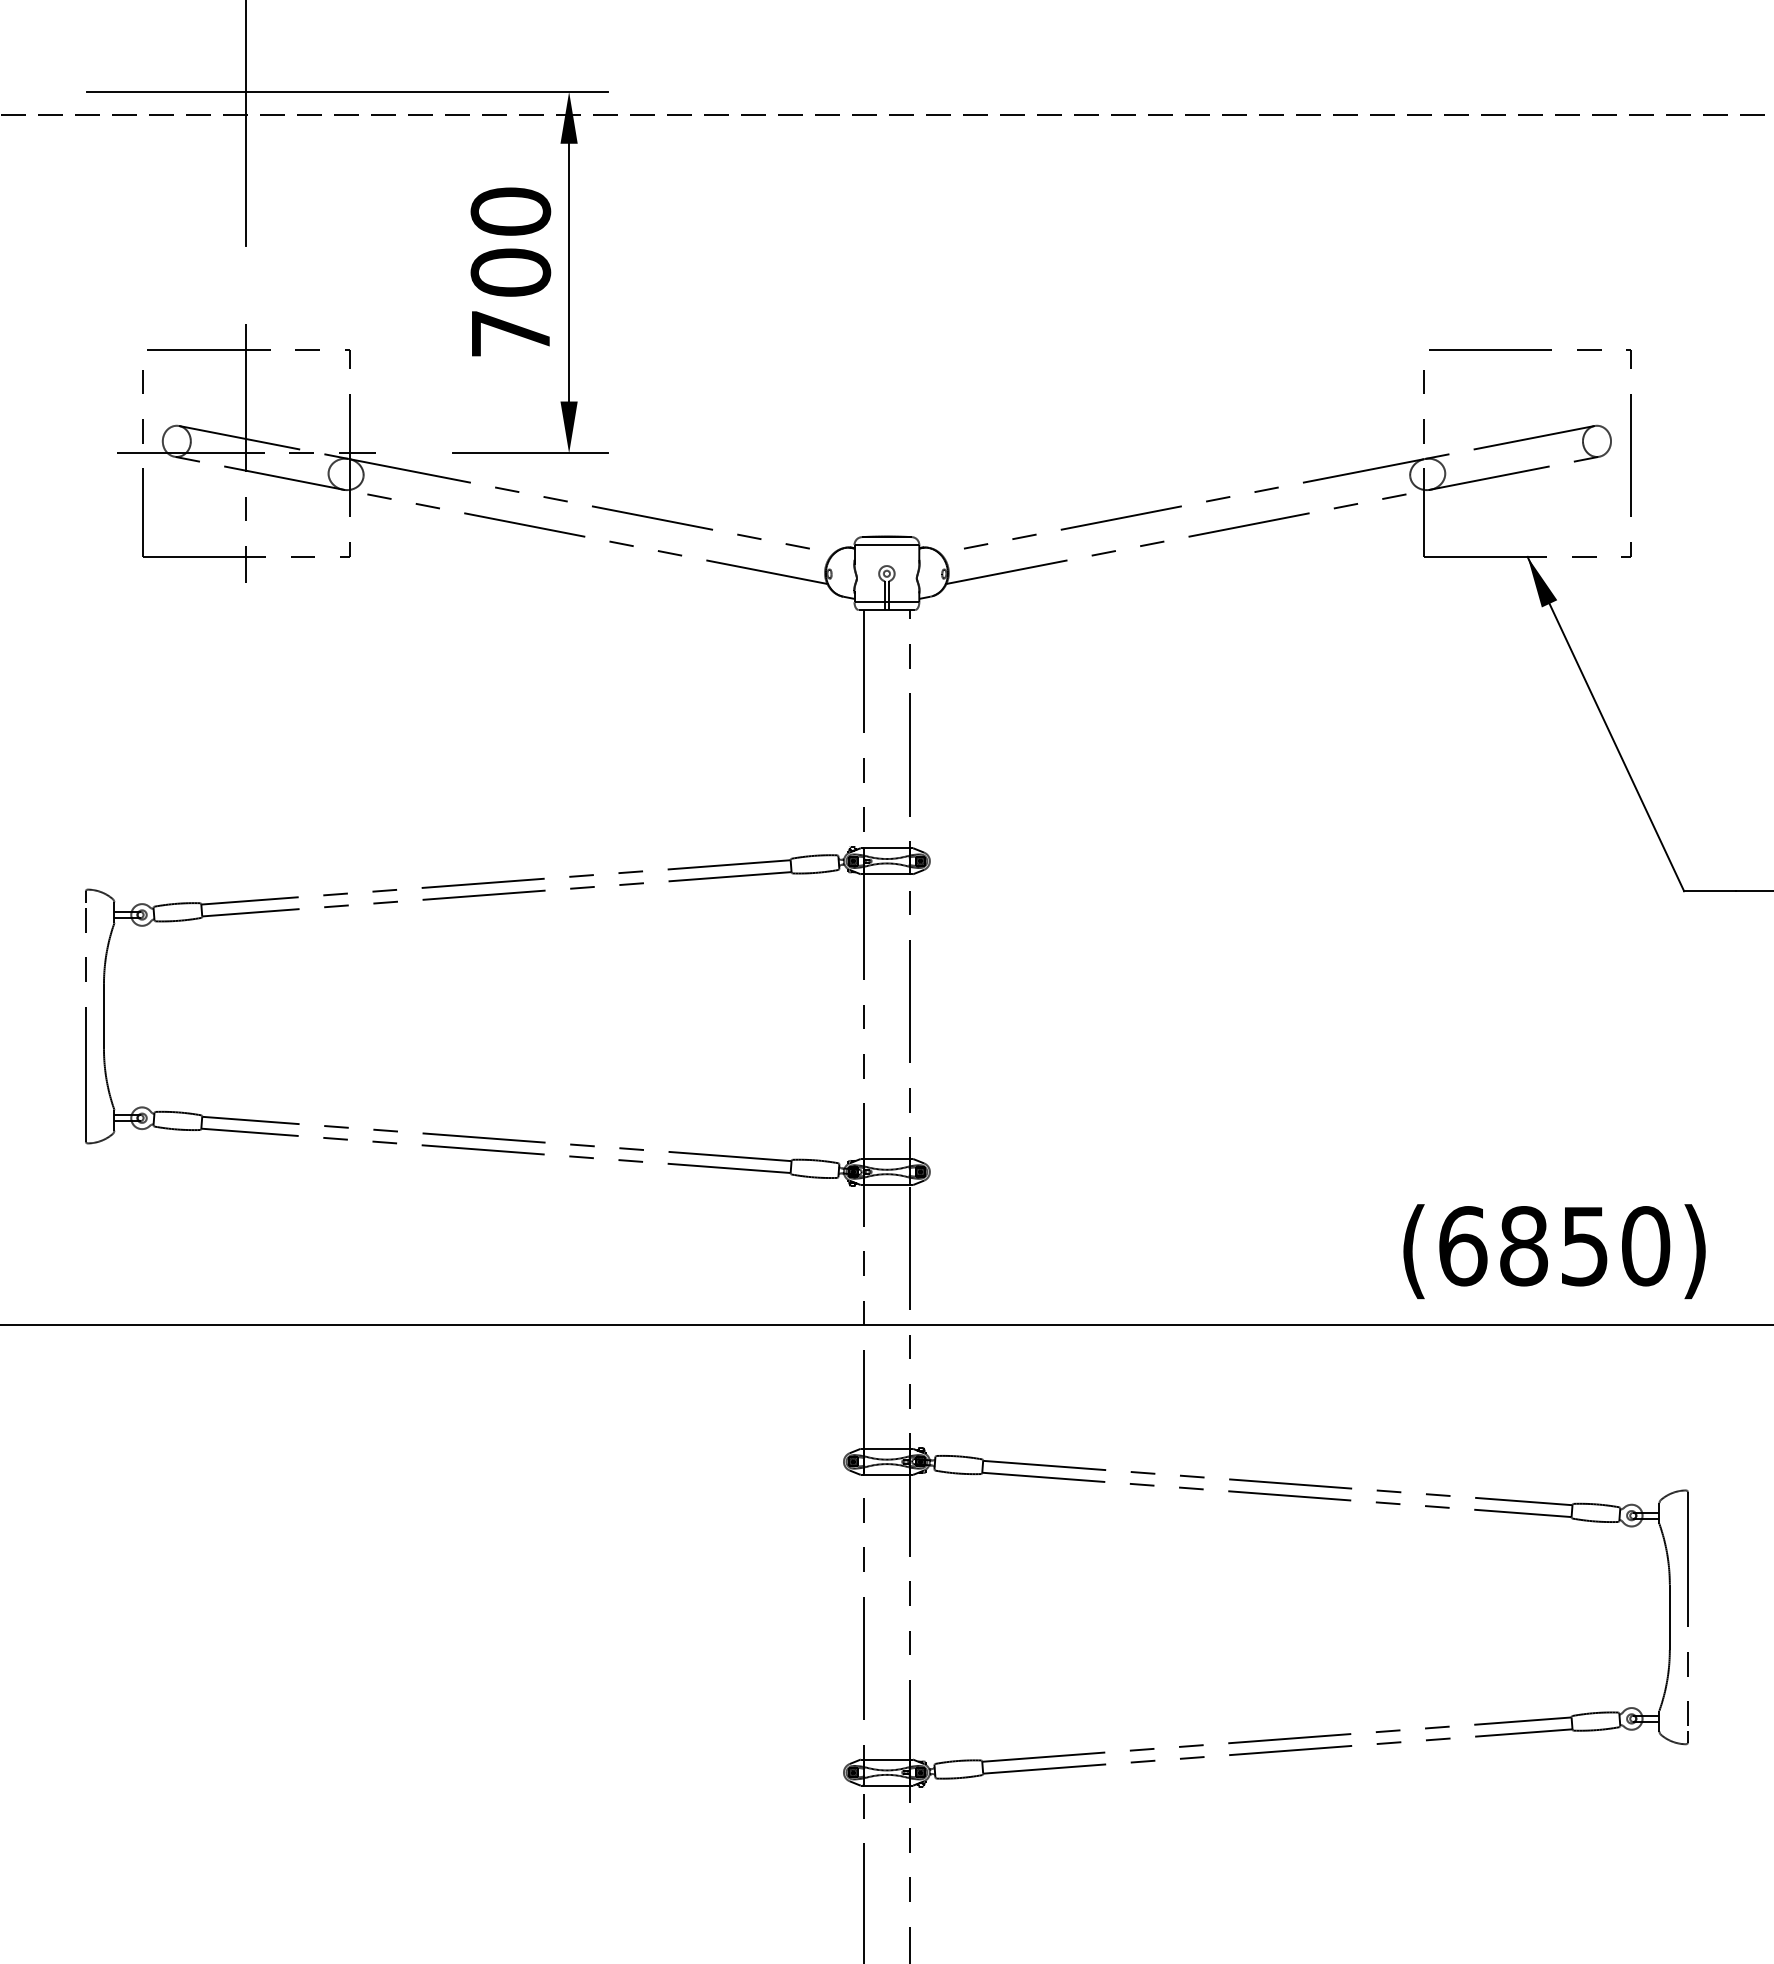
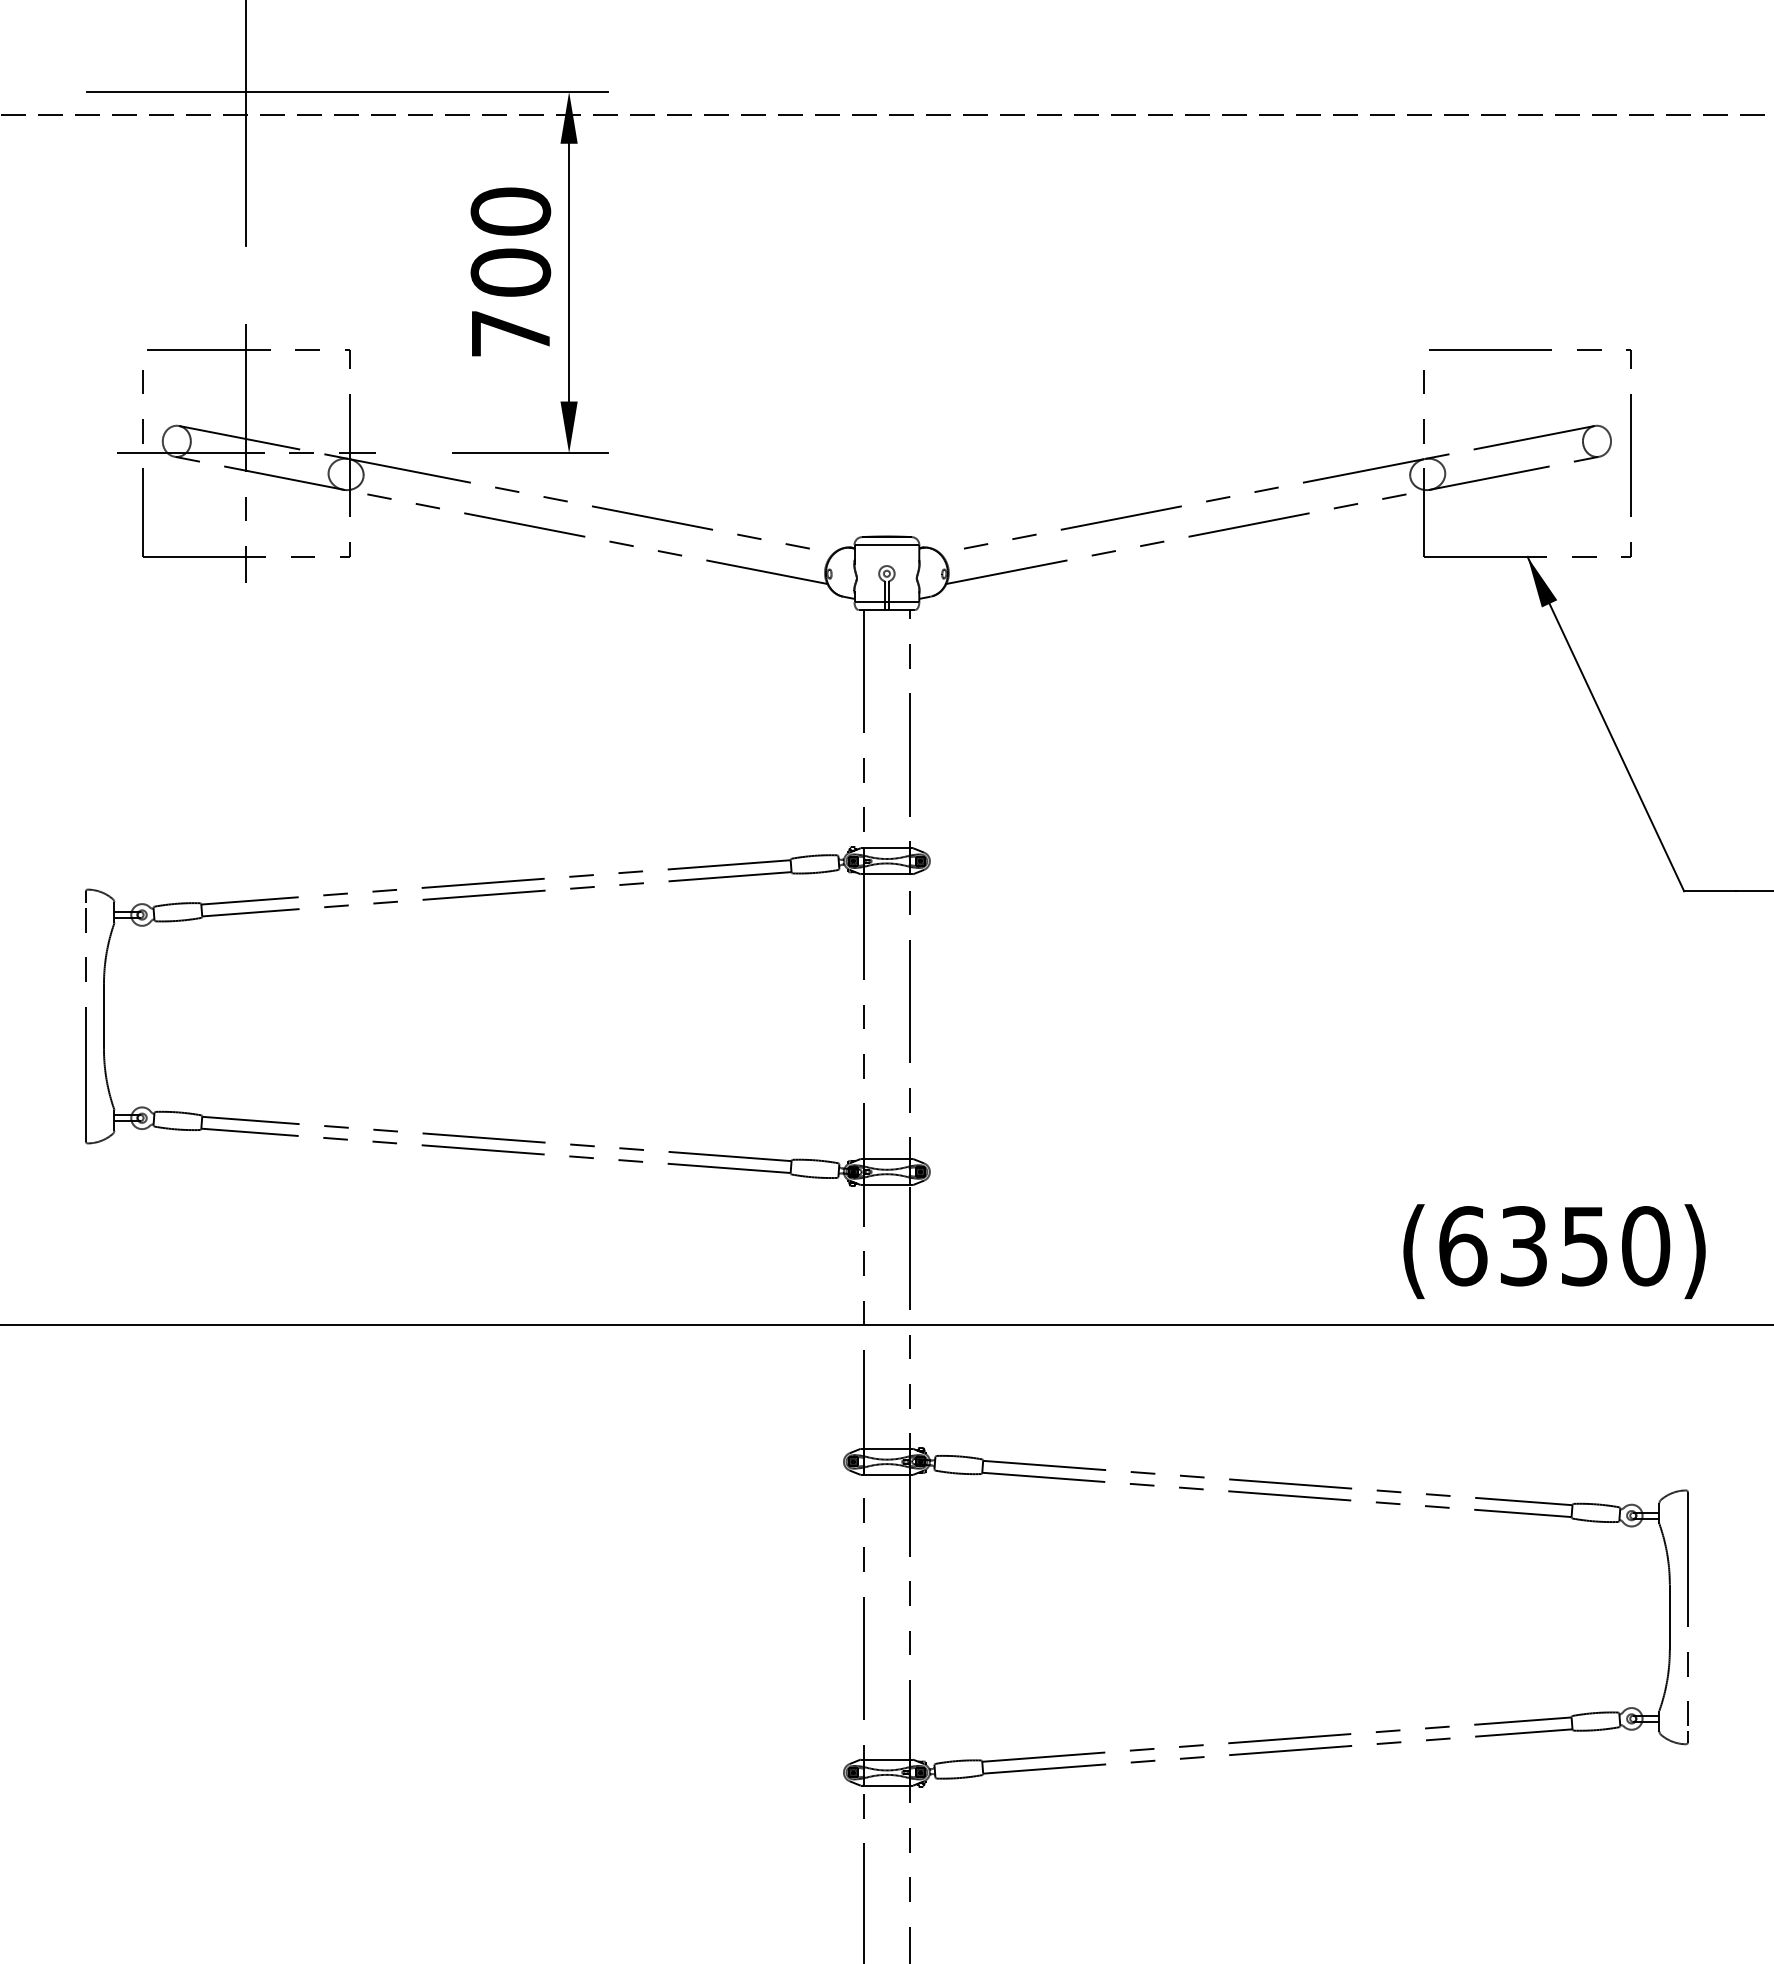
text at (1523, 1246): (6850) -> (6350)
